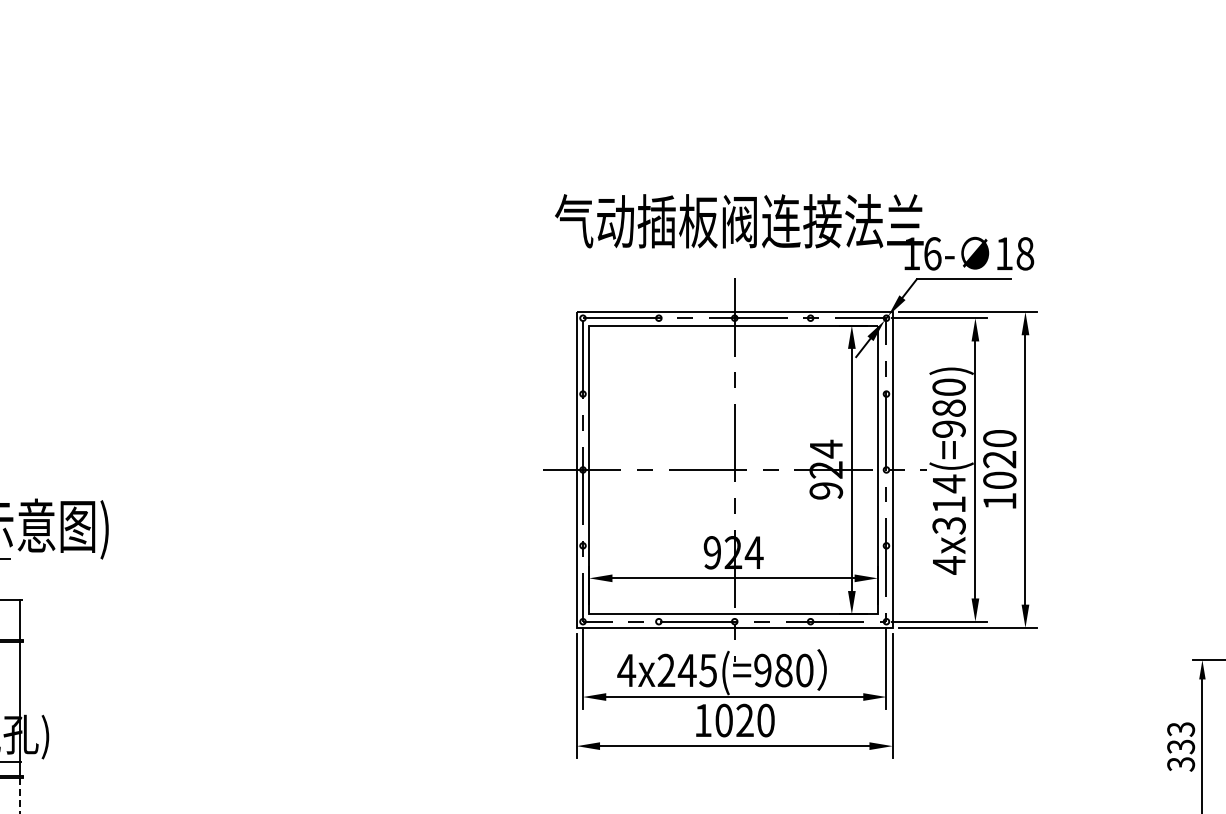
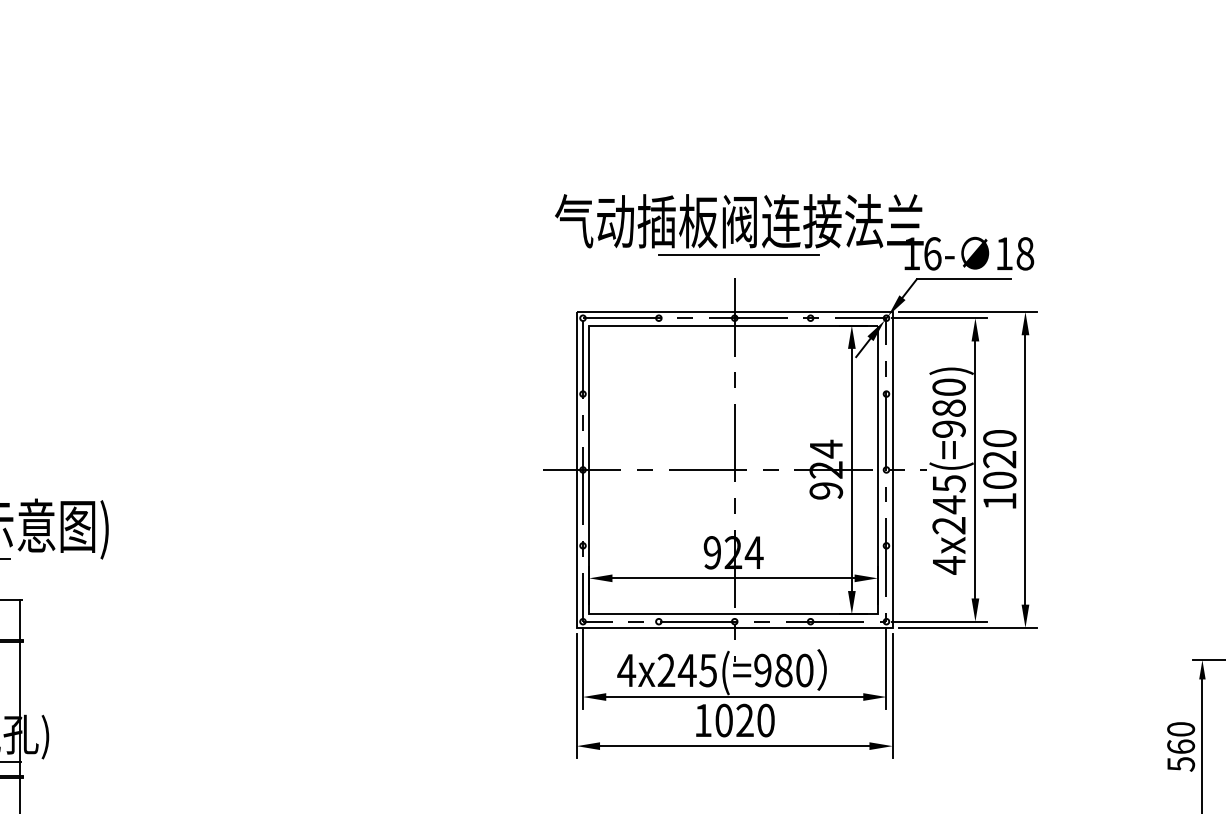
line at (738, 254): none -> present
text at (949, 504): 4x314(=980) -> 4x245(=980)
text at (1181, 746): 333 -> 560
line at (19, 796): dashed -> solid
